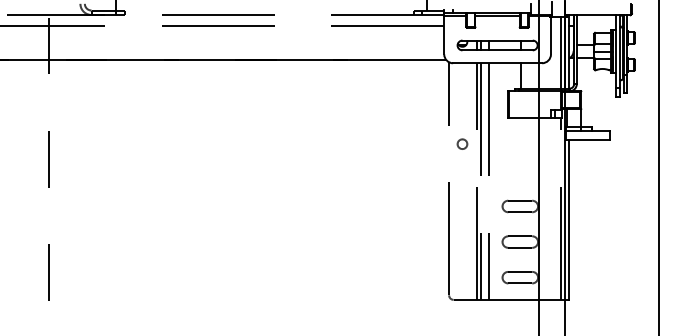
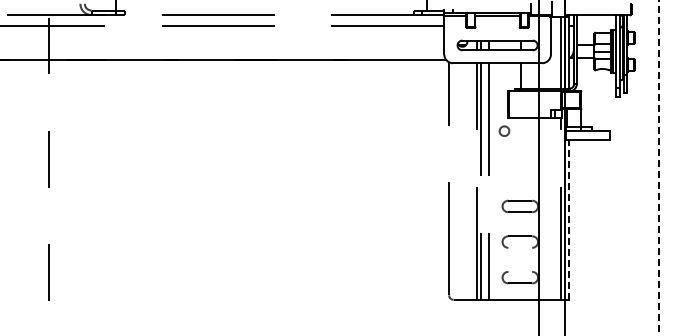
circle at (462, 143) position: (462, 143) -> (504, 130)
line at (658, 167): solid -> dashed
line at (569, 220): solid -> dashed
line at (520, 247): present -> none
line at (520, 271): present -> none
